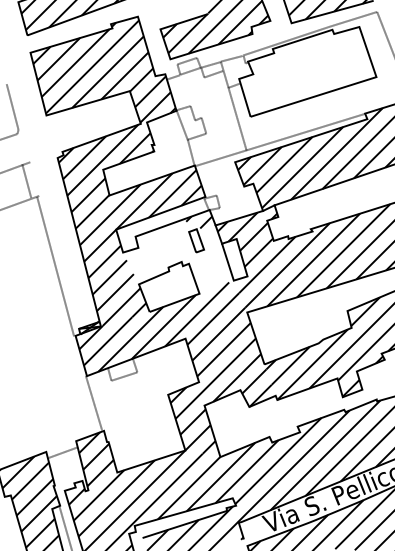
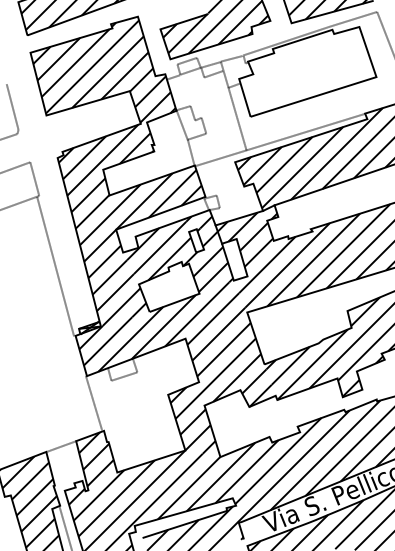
line at (26, 180) position: (26, 180) -> (34, 178)
hatch at (158, 250): none -> present
hatch at (208, 259): none -> present
line at (63, 452) position: (63, 452) -> (61, 446)
